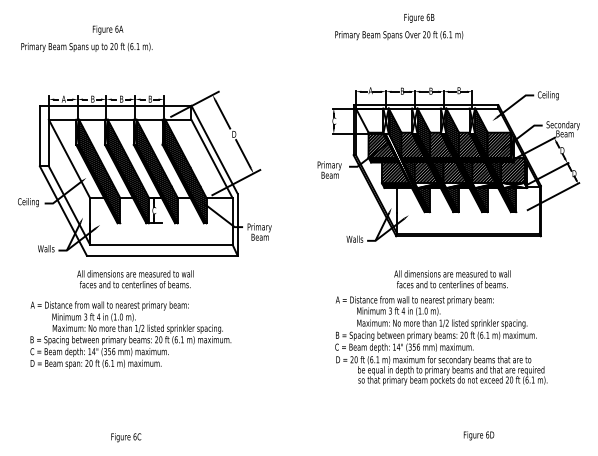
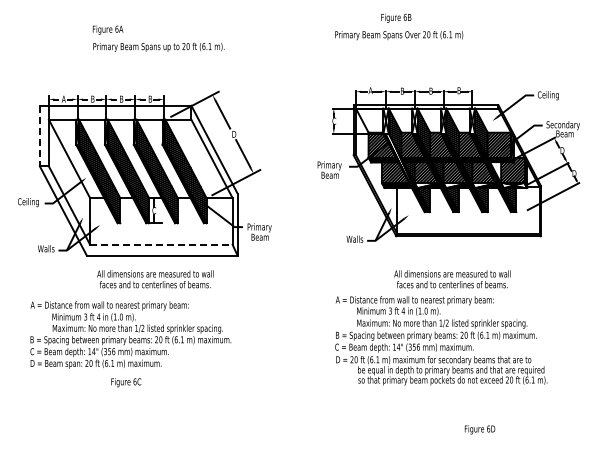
text at (419, 17) position: (419, 17) -> (396, 17)
text at (86, 46) position: (86, 46) -> (158, 46)
line at (39, 136): solid -> dashed
hatch at (495, 171): present -> none
line at (161, 244): solid -> dashed
text at (135, 279) position: (135, 279) -> (155, 279)
text at (478, 435) position: (478, 435) -> (479, 429)
text at (126, 437) position: (126, 437) -> (126, 382)
